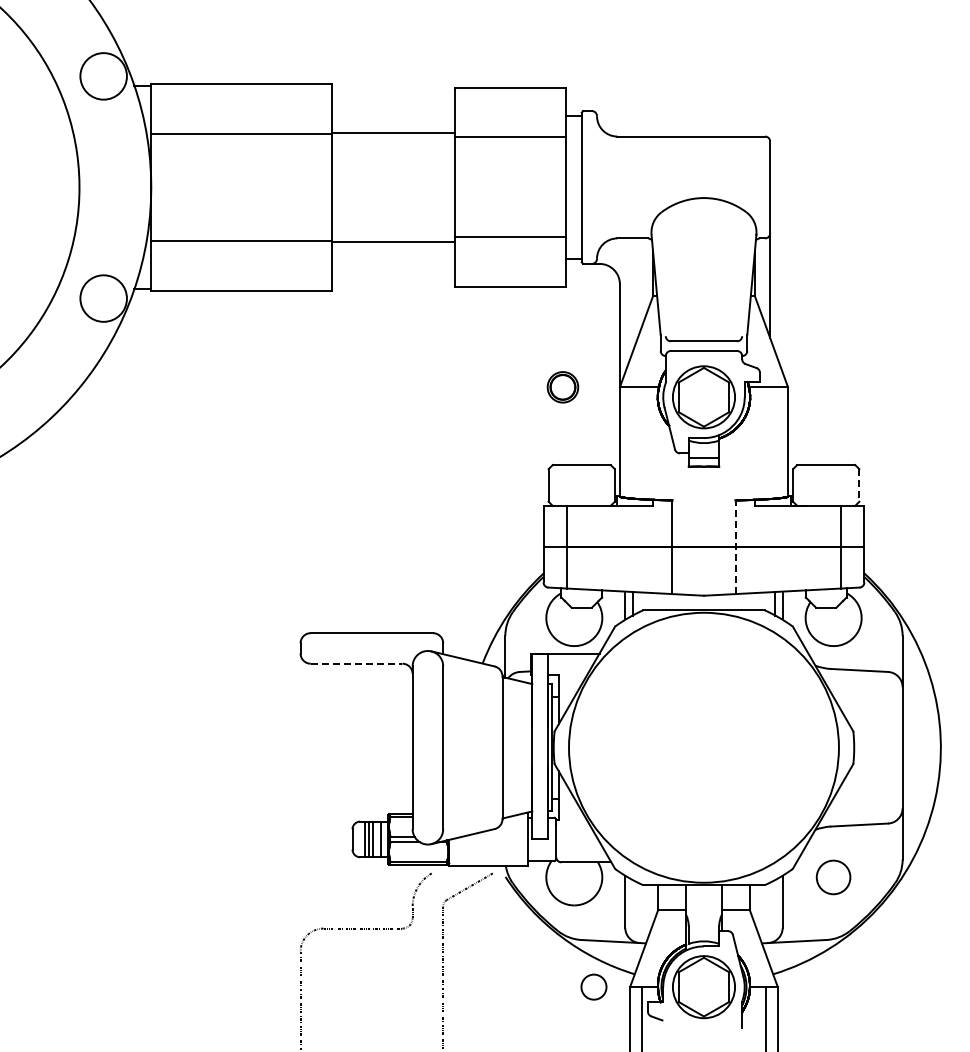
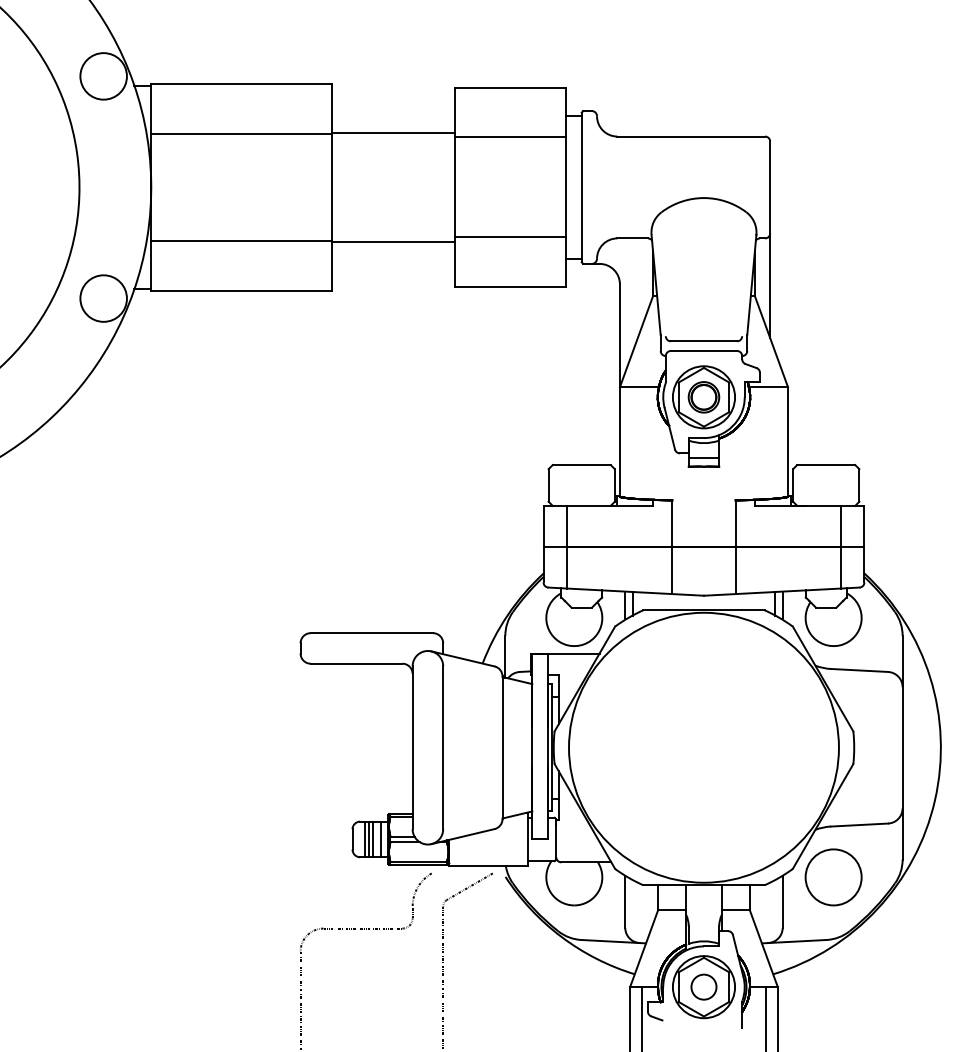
part at (562, 387) position: (562, 387) -> (703, 397)
line at (859, 485): dashed -> solid
line at (735, 547): dashed -> solid
line at (356, 663): dashed -> solid
circle at (833, 877) size: 37x37 px -> 59x59 px
circle at (593, 986) position: (593, 986) -> (703, 986)
